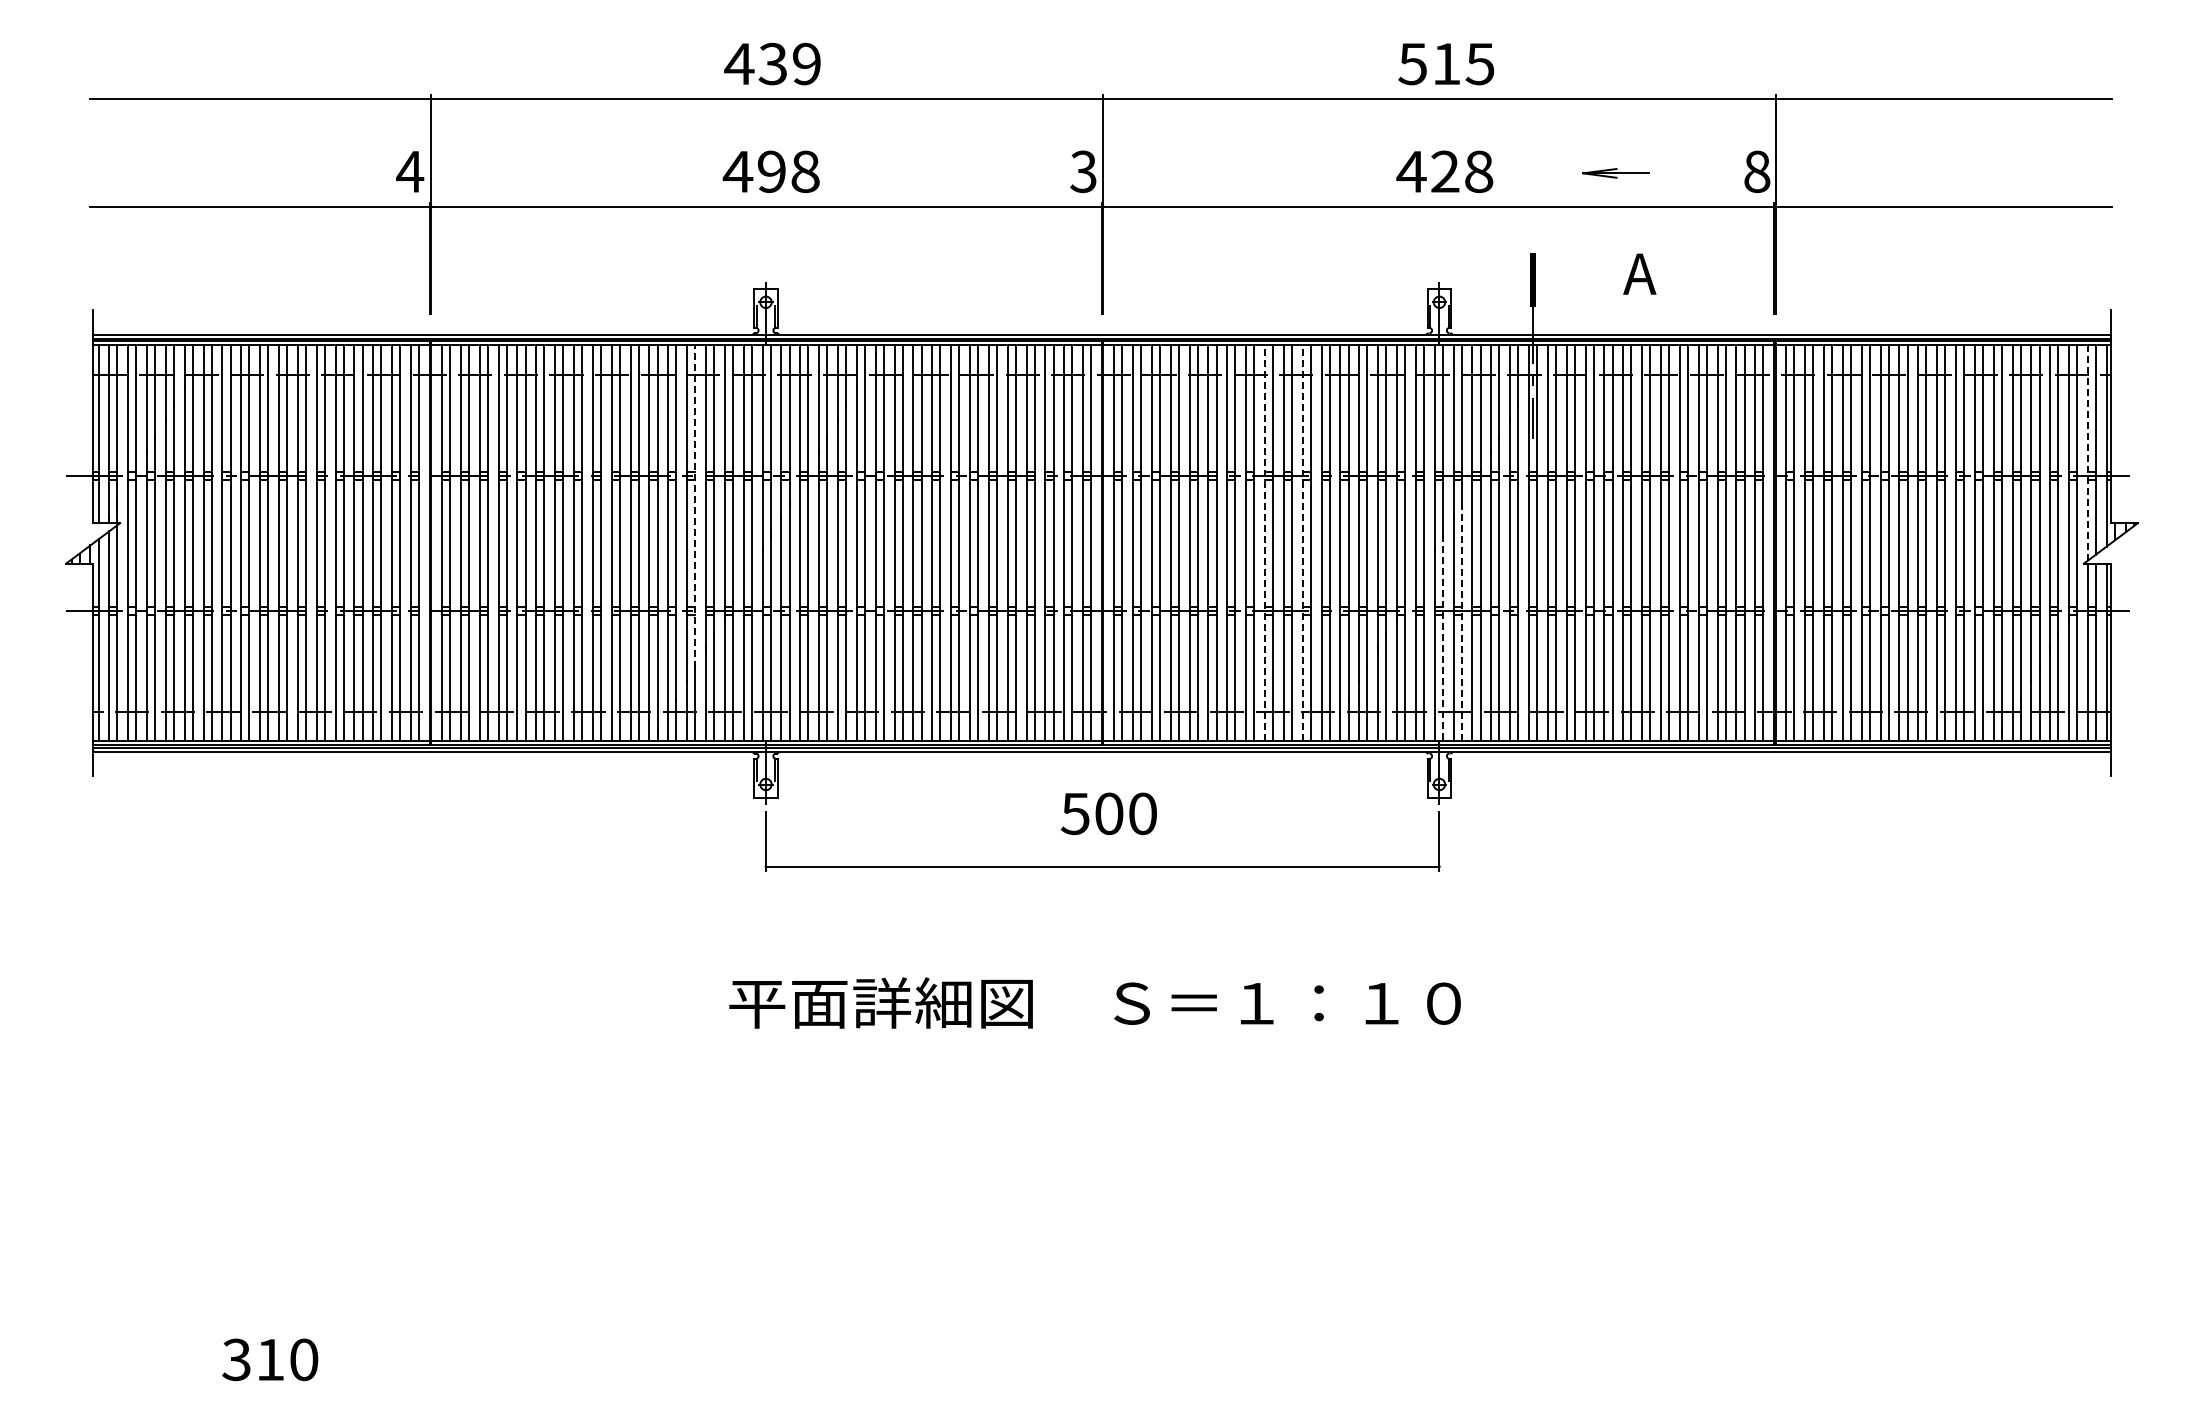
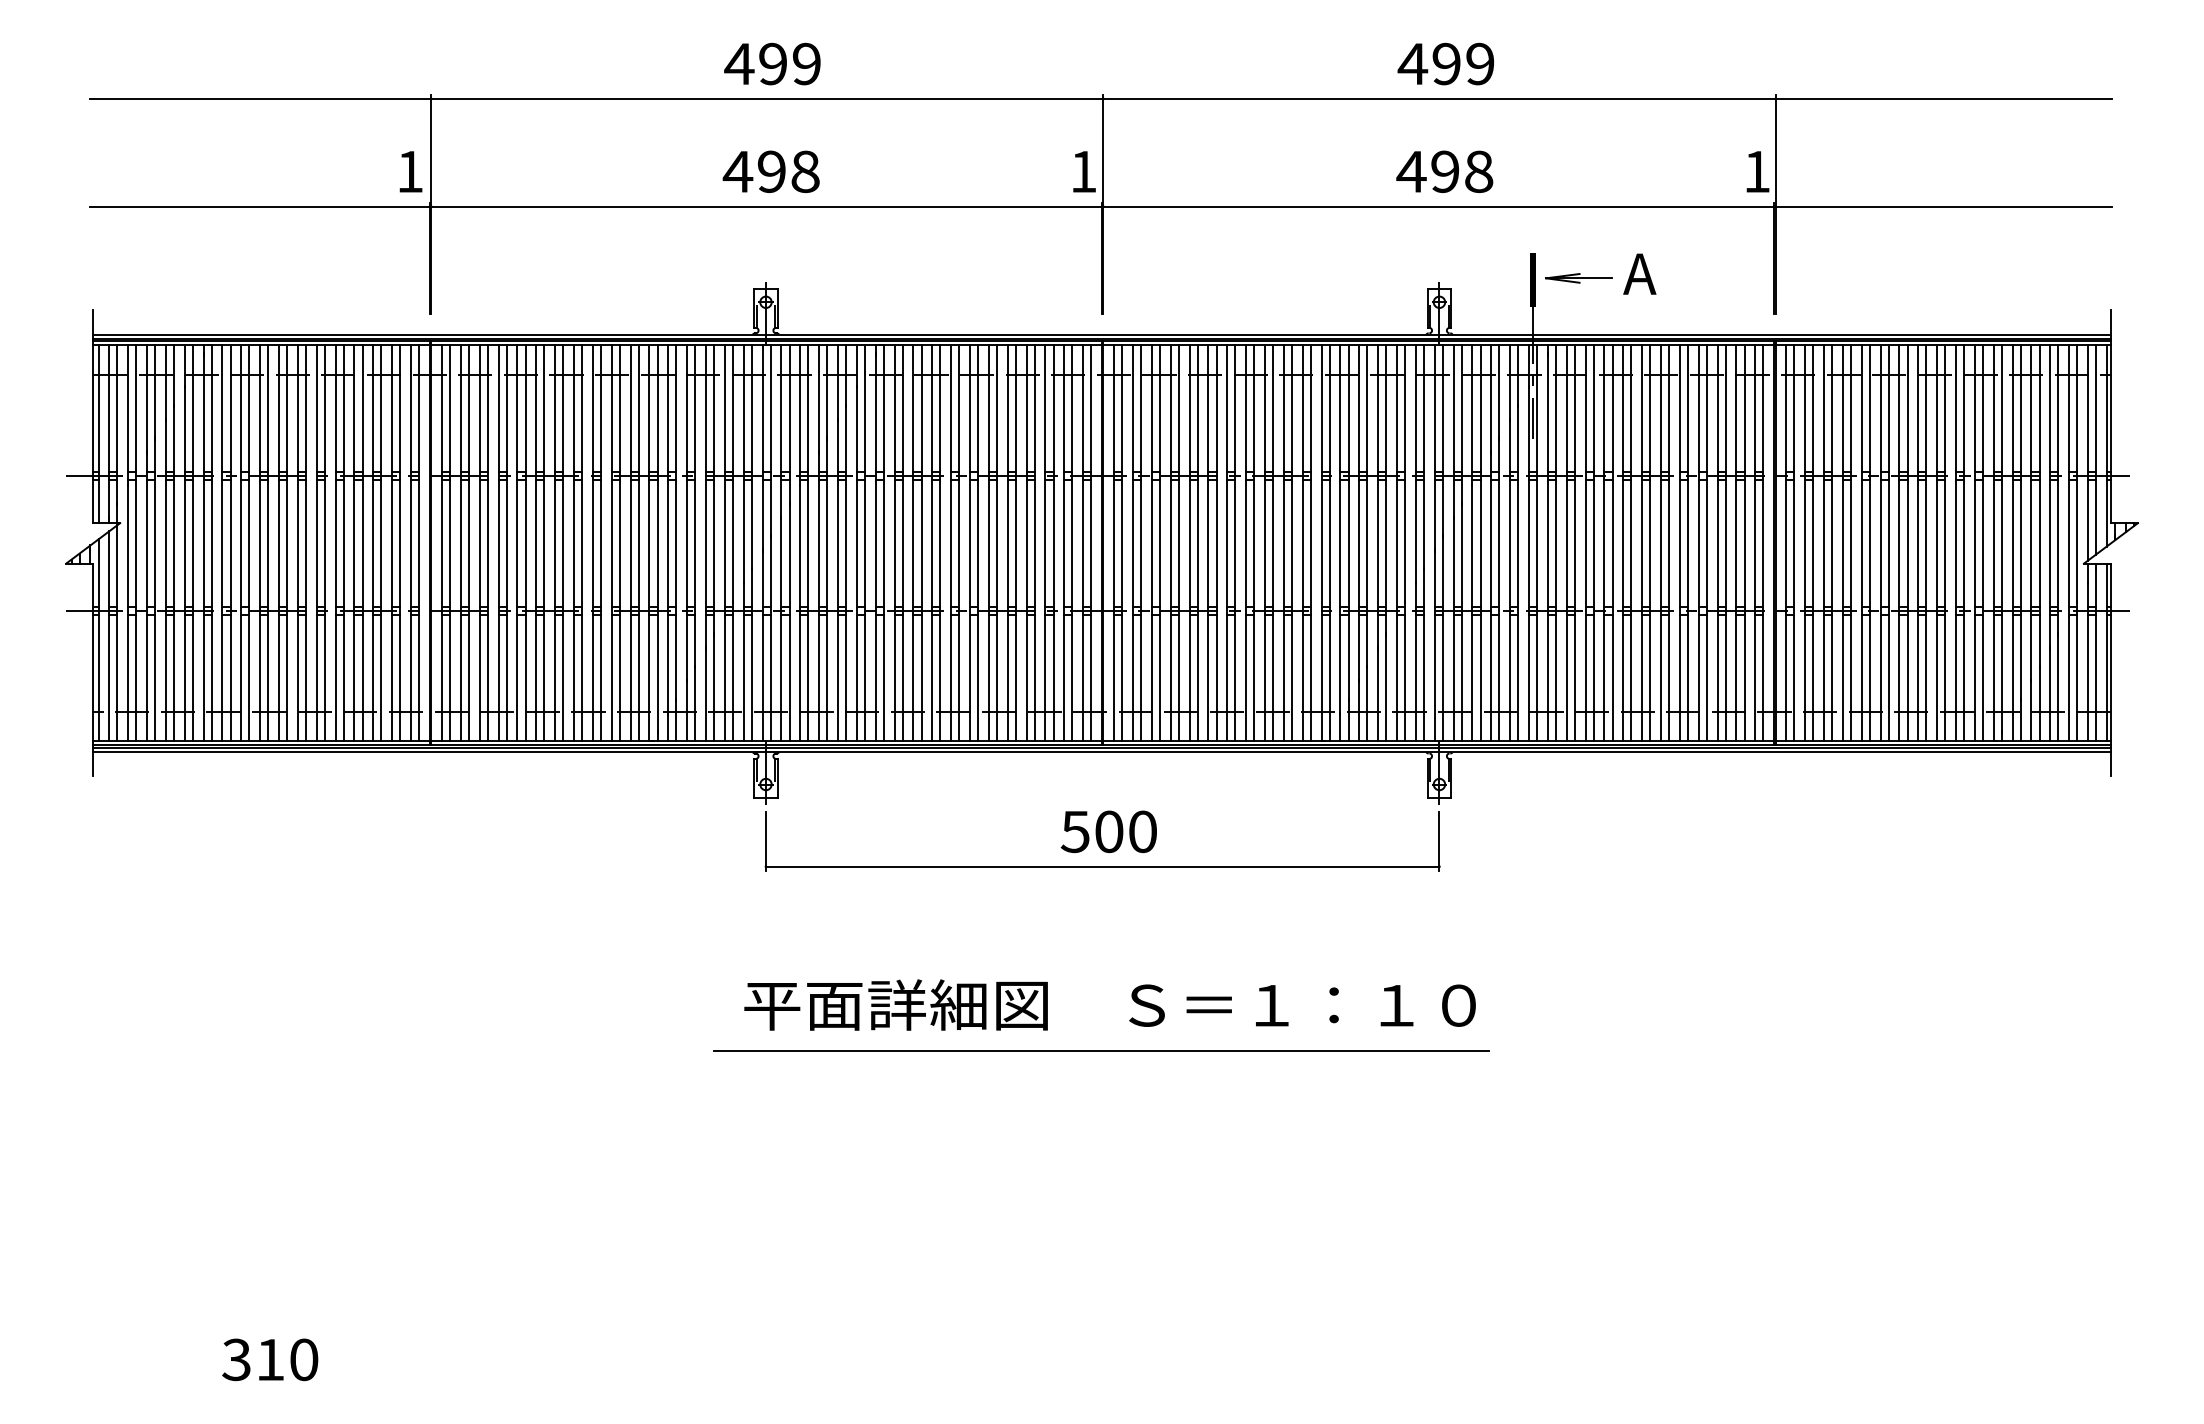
text at (1445, 63): 515 -> 499
text at (772, 64): 439 -> 499
text at (410, 171): 4 -> 1
text at (1083, 171): 3 -> 1
text at (1757, 171): 8 -> 1
text at (1445, 172): 428 -> 498
part at (1615, 173) position: (1615, 173) -> (1578, 278)
line at (2088, 453): dashed -> solid
line at (695, 506): dashed -> solid
line at (1265, 542): dashed -> solid
line at (1302, 542): dashed -> solid
line at (1461, 622): dashed -> solid
line at (1442, 638): dashed -> solid
text at (1108, 813) position: (1108, 813) -> (1108, 831)
text at (1094, 1002) position: (1094, 1002) -> (1109, 1004)
line at (1101, 1050): none -> present
